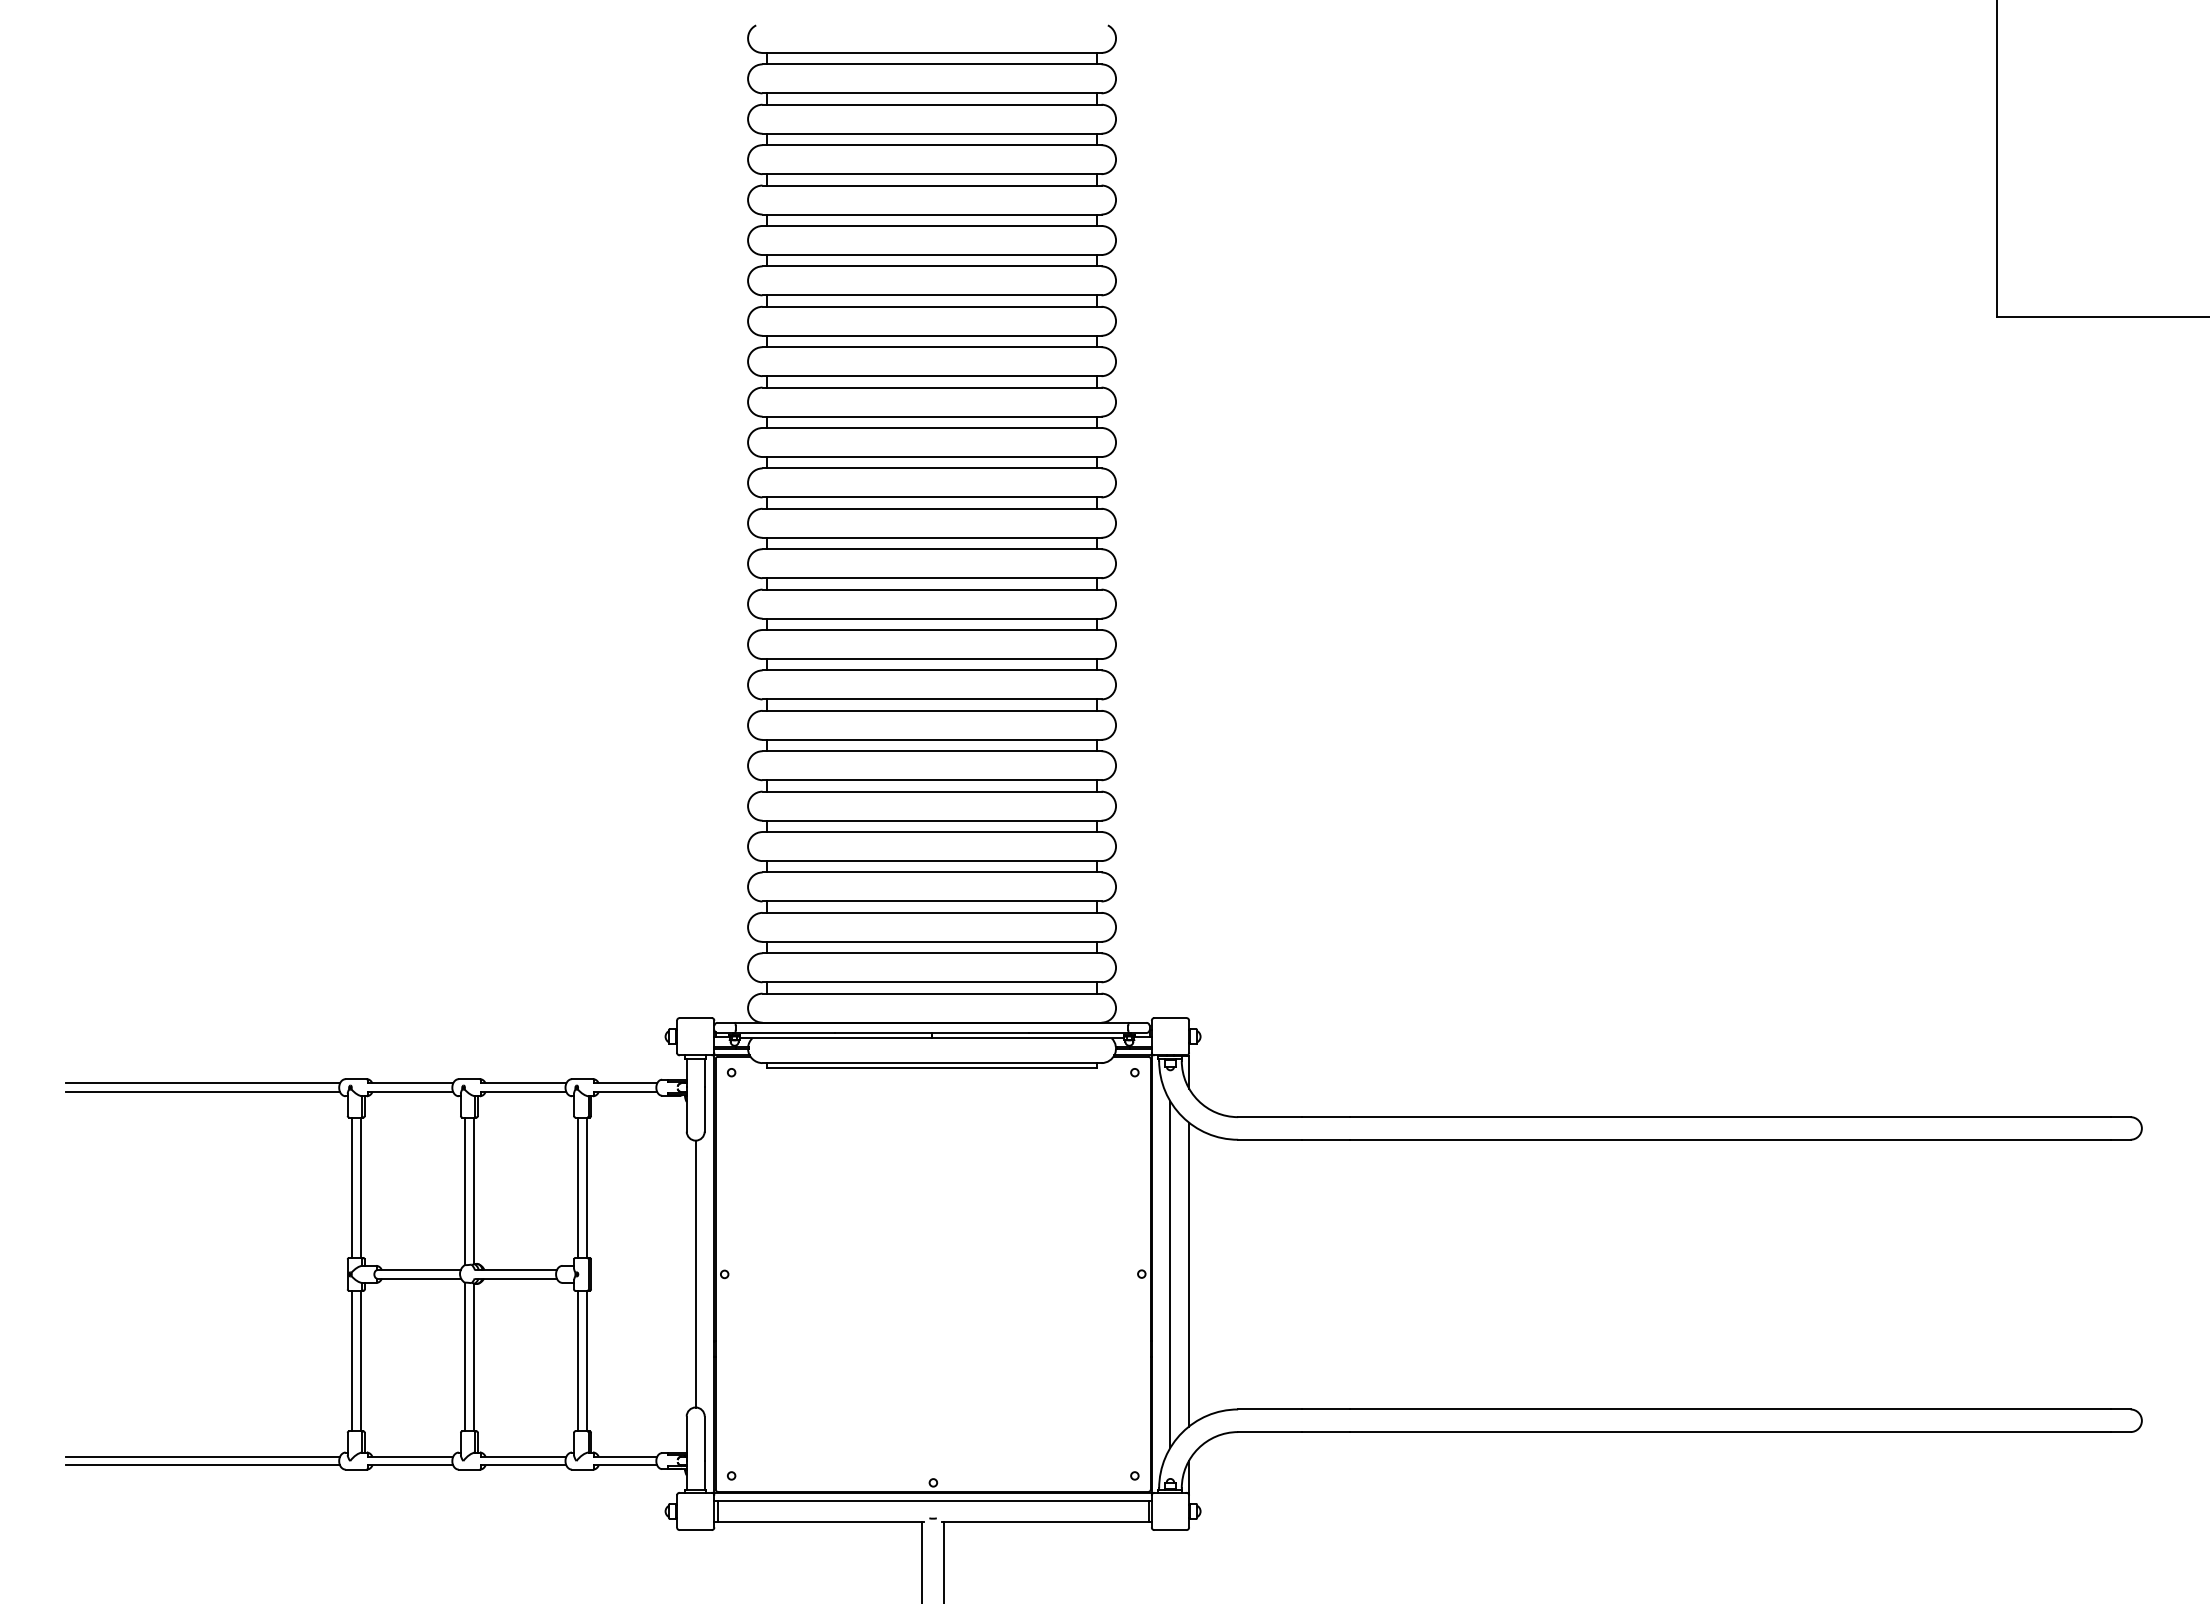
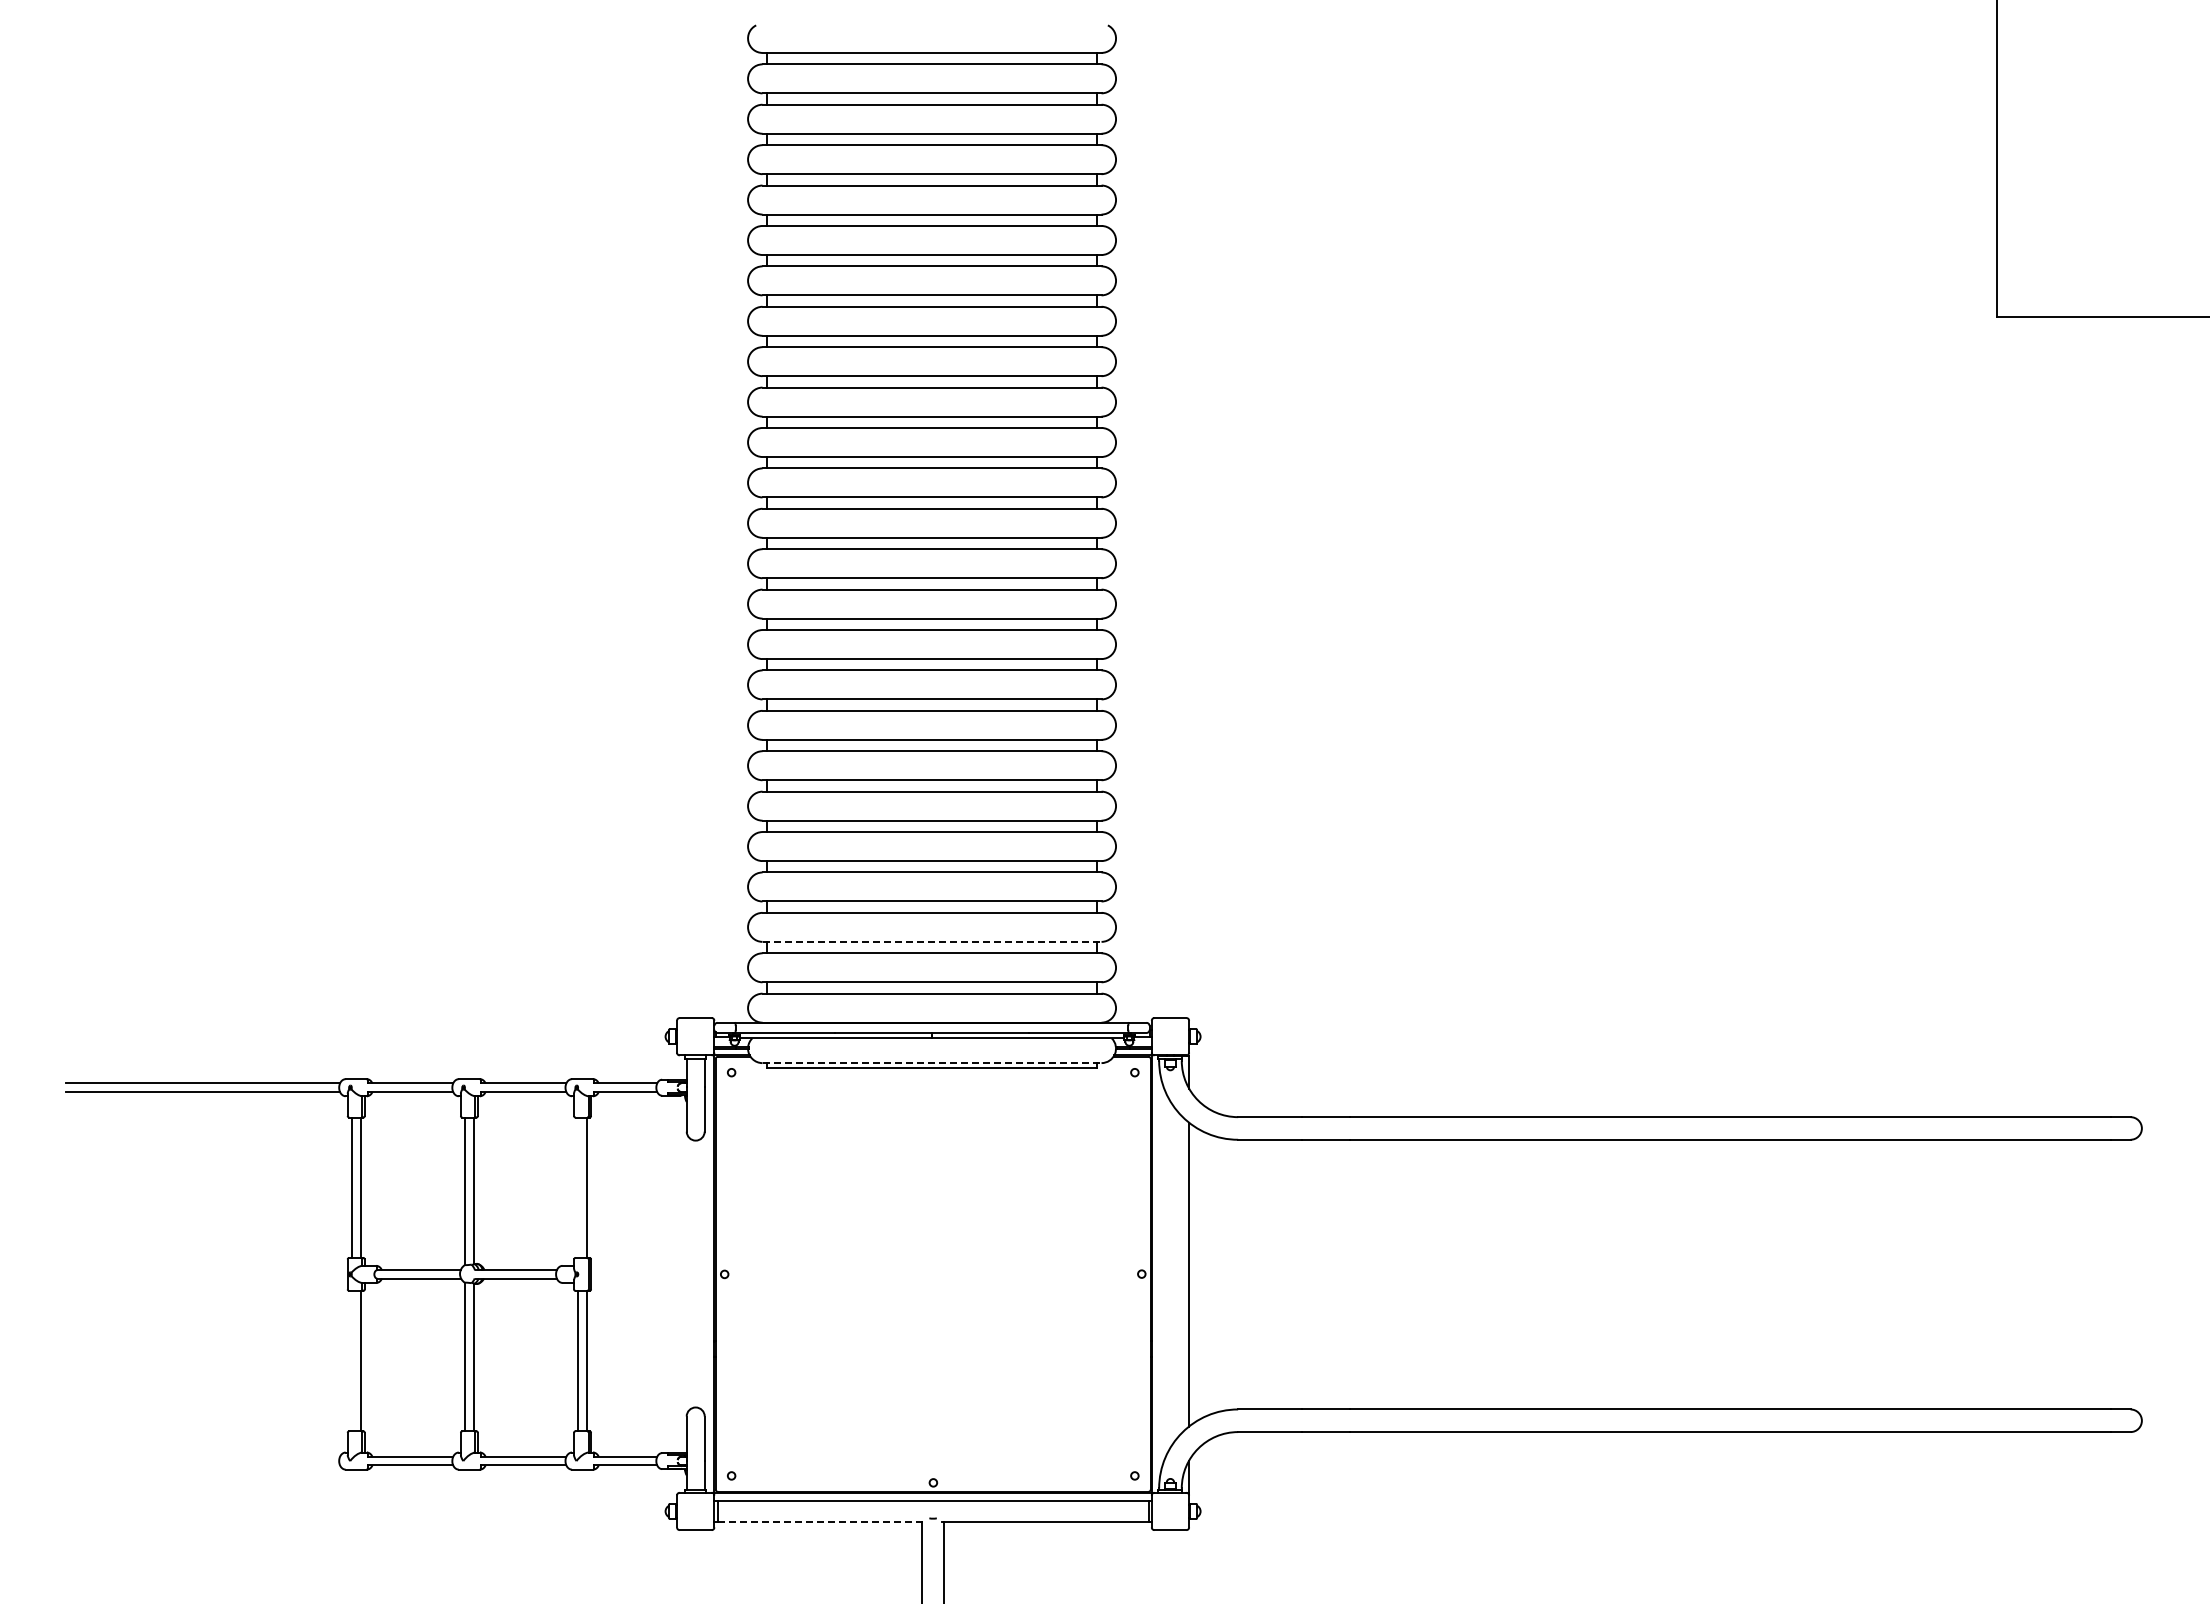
line at (932, 941): solid -> dashed
line at (932, 1063): solid -> dashed
line at (578, 1187): present -> none
line at (695, 1273): present -> none
line at (1170, 1274): present -> none
line at (351, 1360): present -> none
line at (203, 1456): present -> none
line at (203, 1465): present -> none
line at (821, 1522): solid -> dashed
